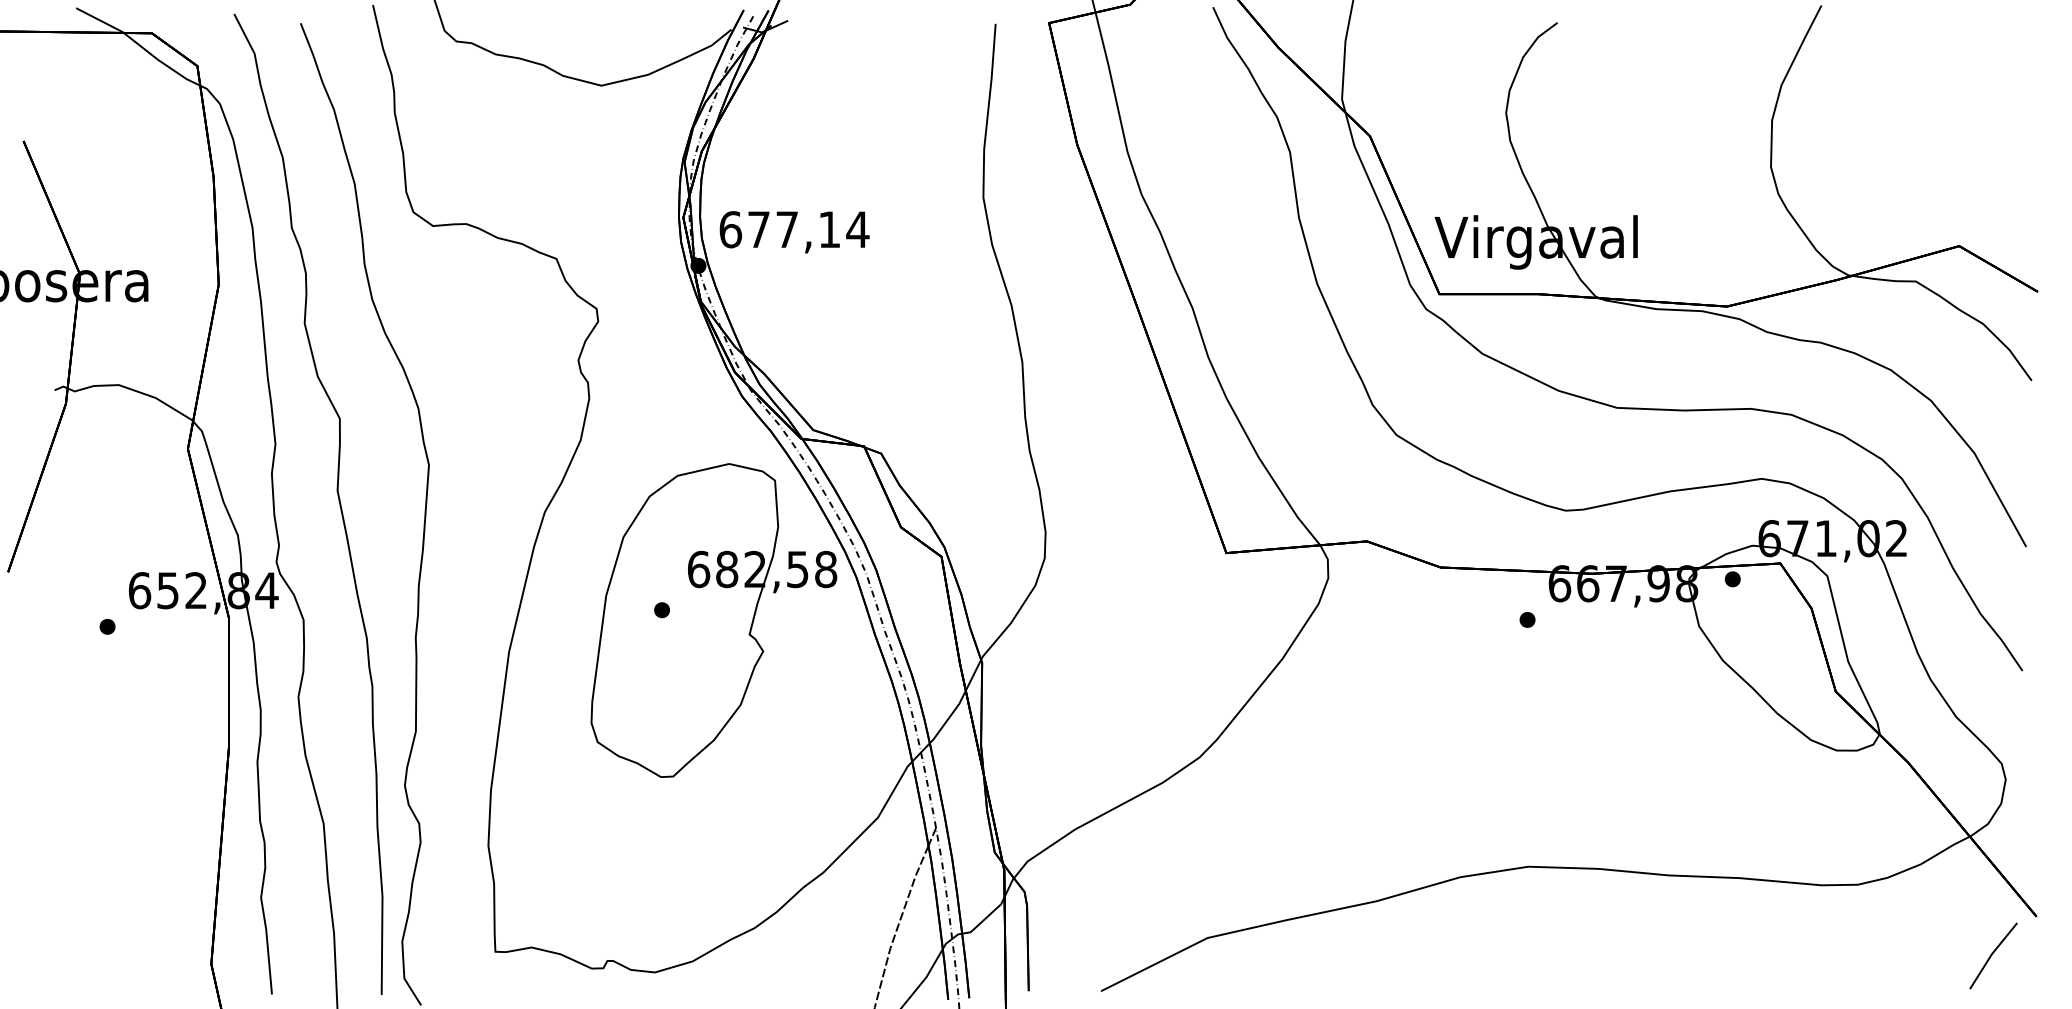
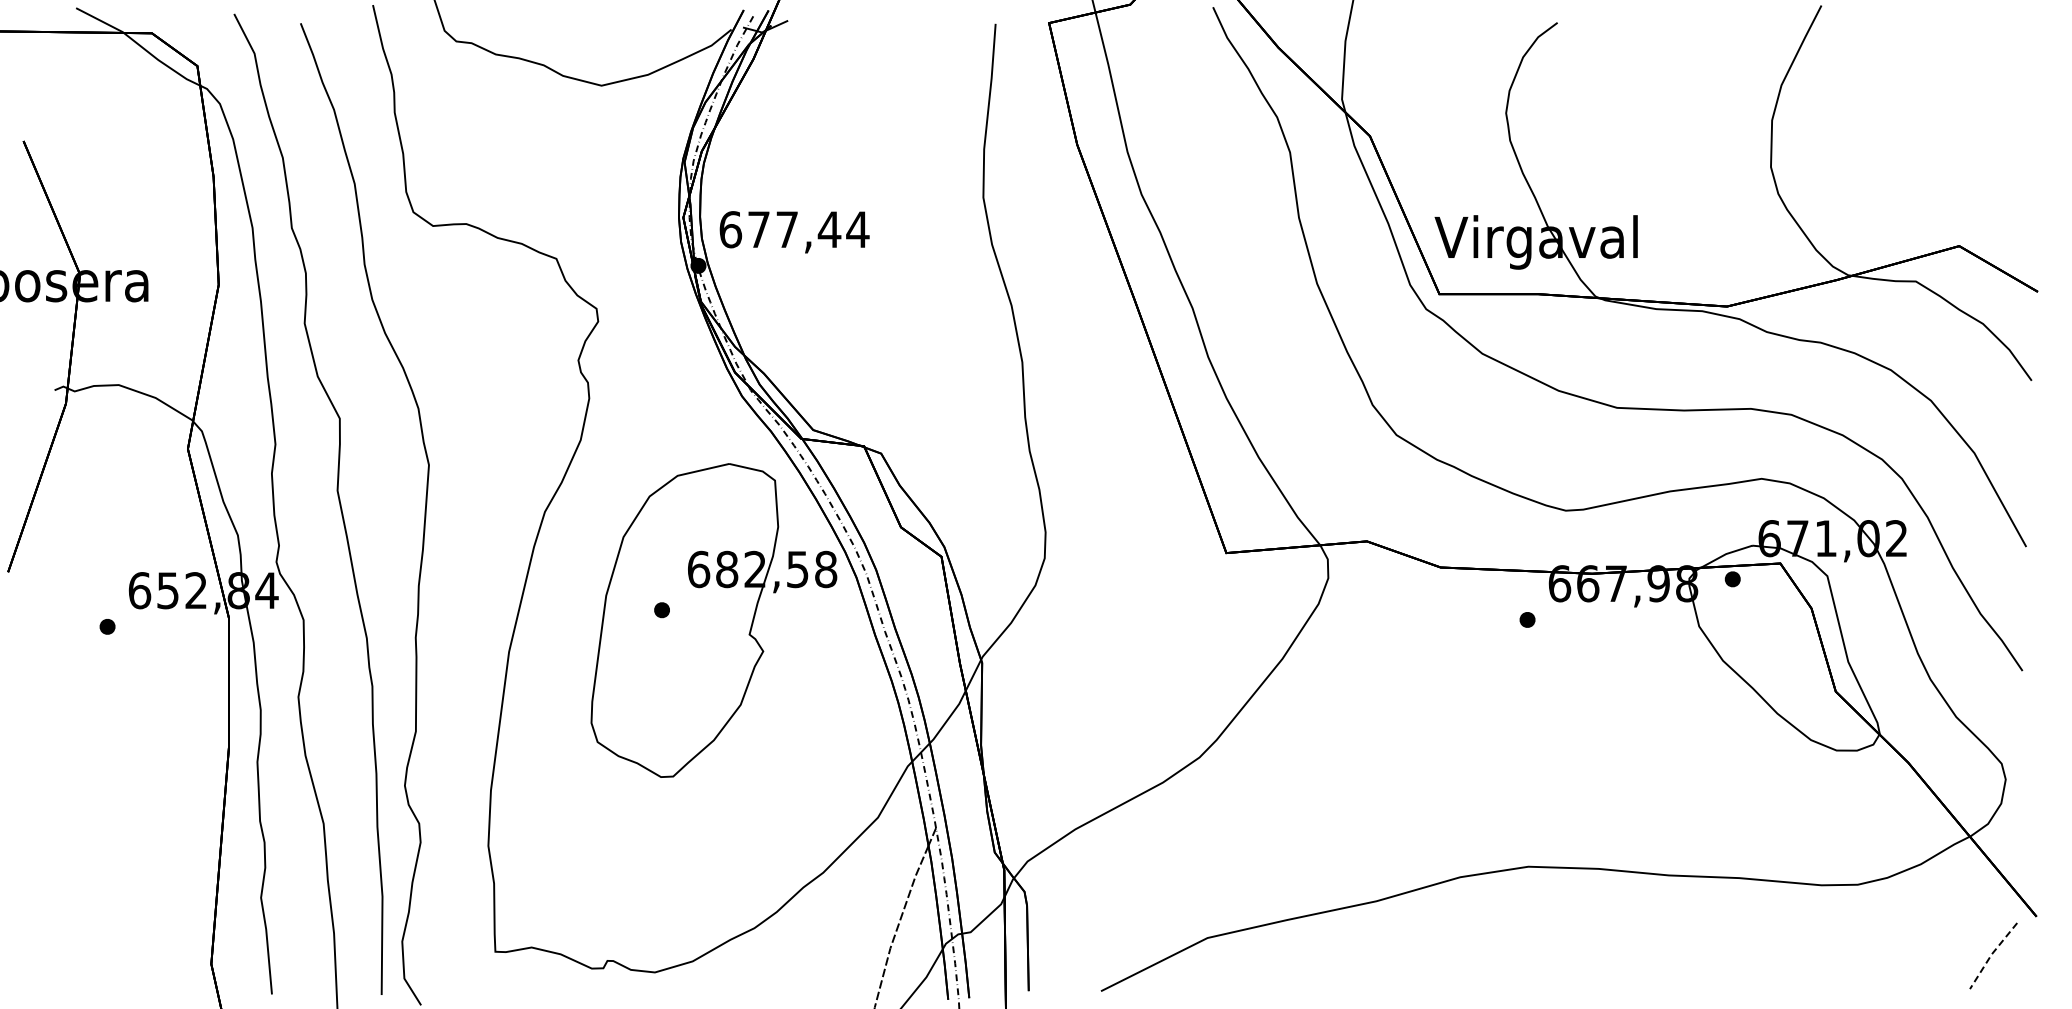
text at (829, 229): 677,14 -> 677,44
line at (1991, 954): solid -> dashed
